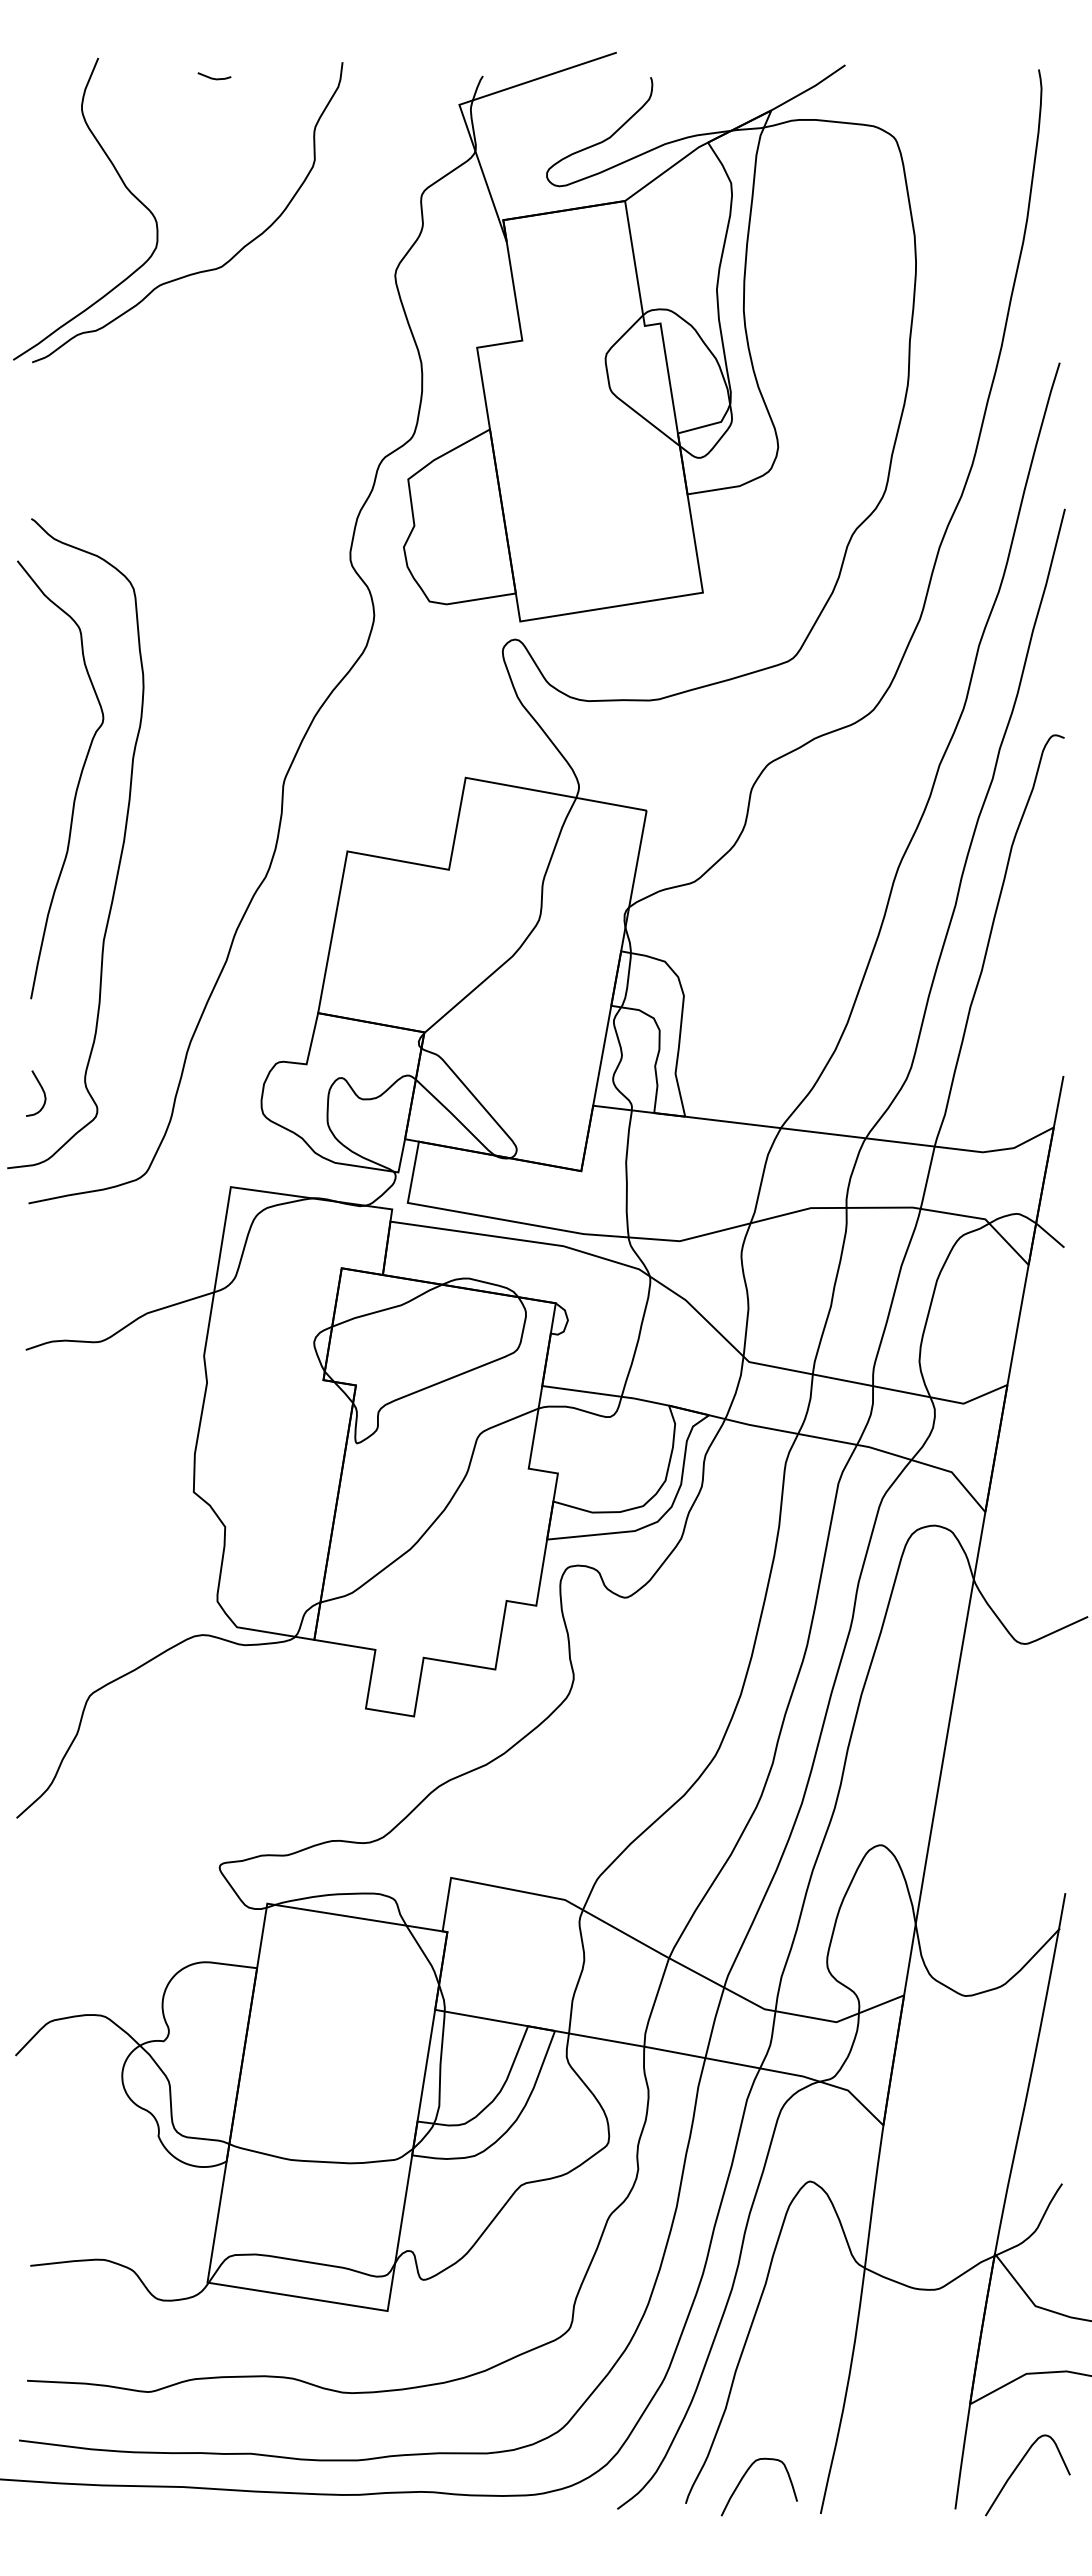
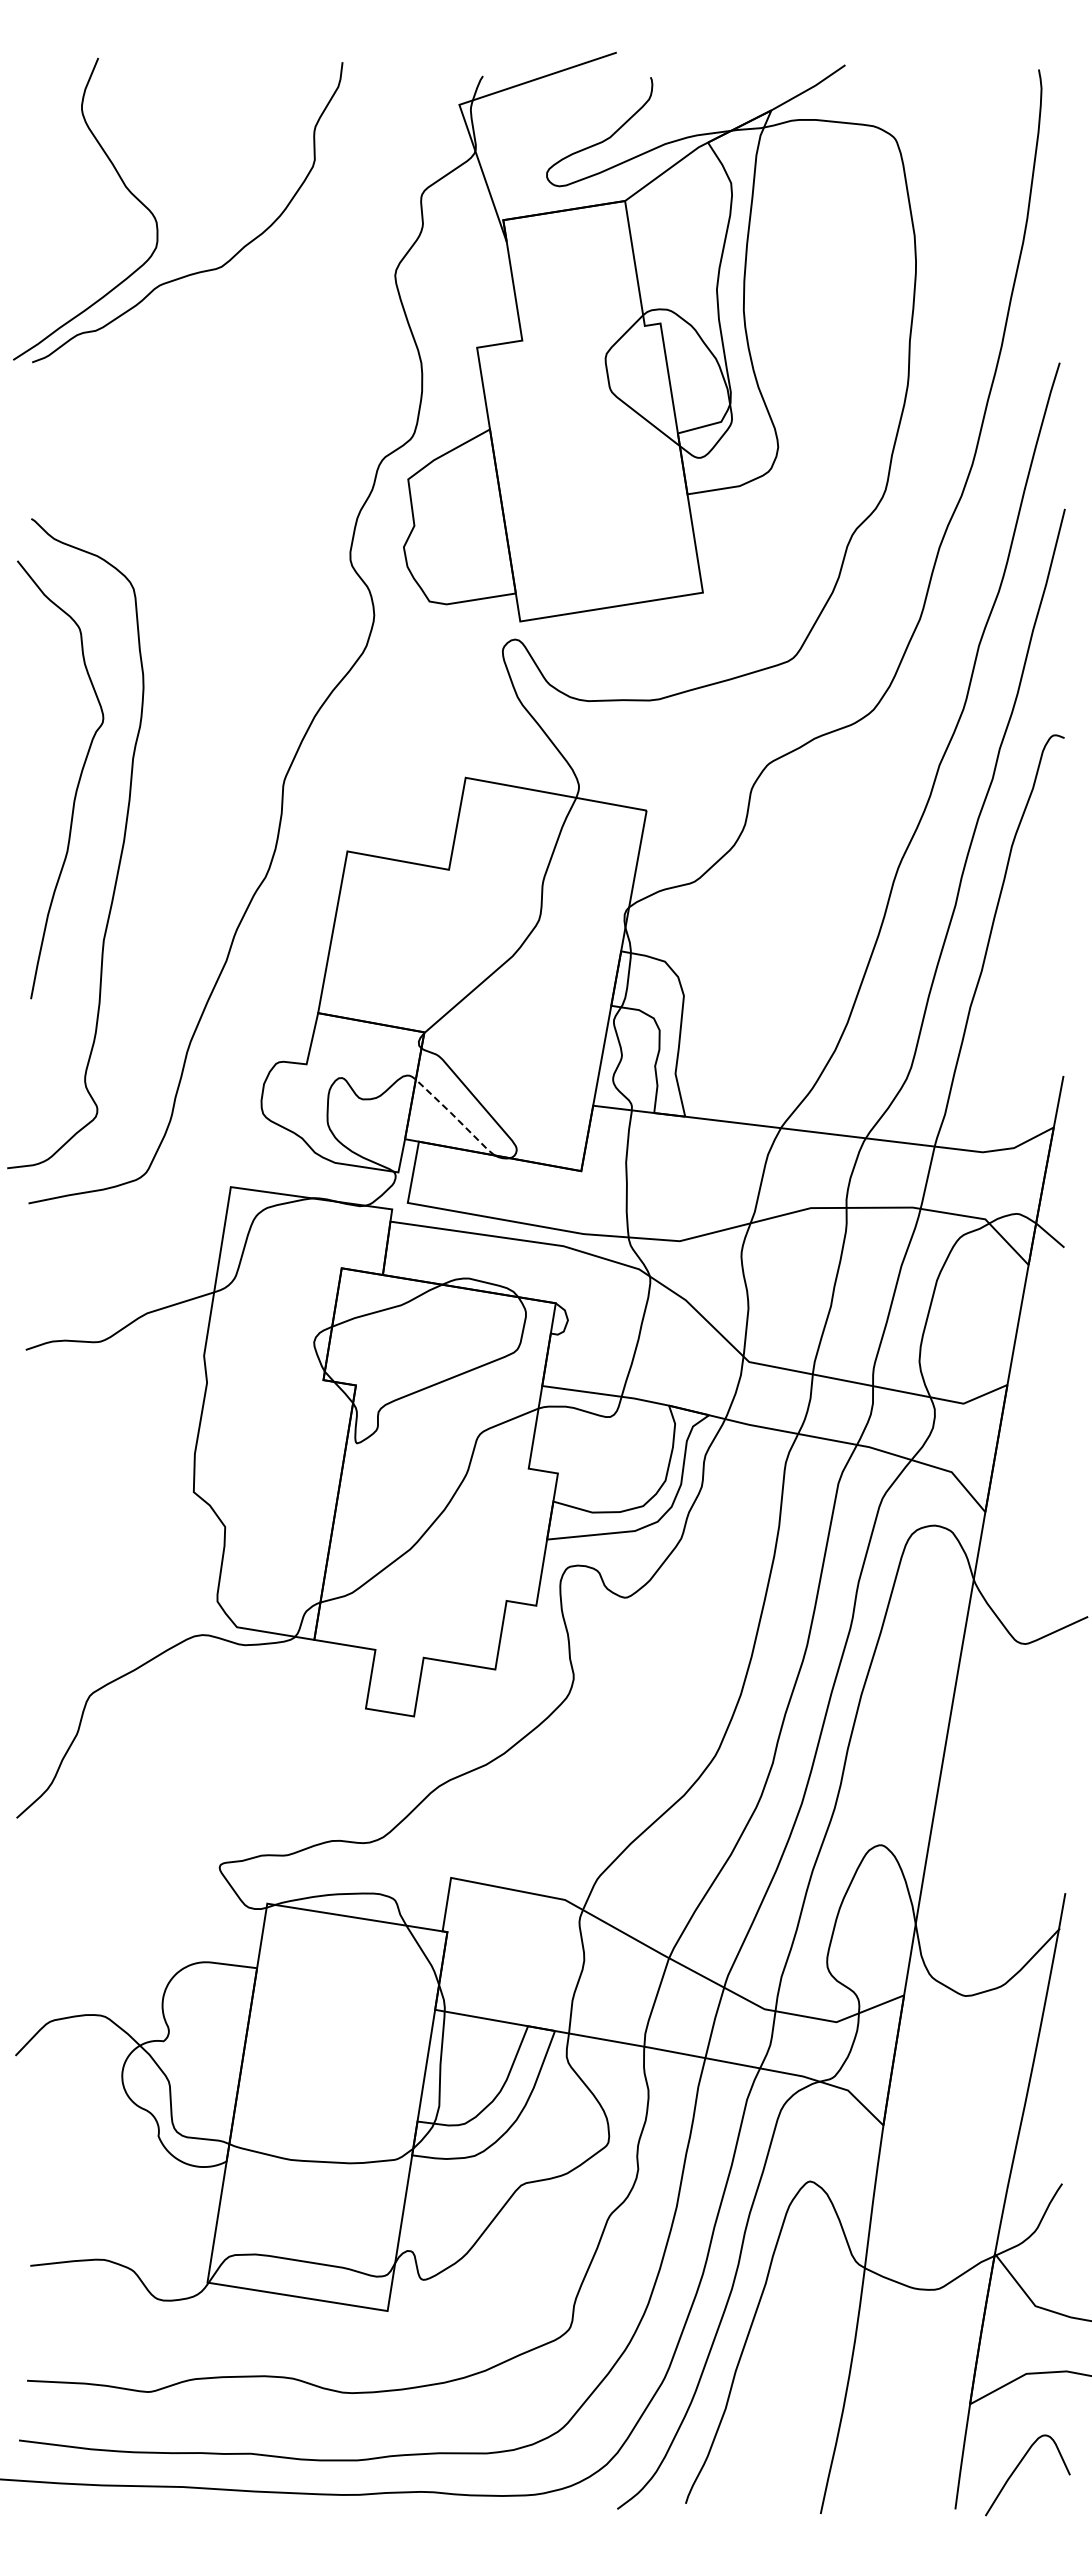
line at (213, 77): present -> none
curve at (42, 1091): present -> none
line at (455, 1116): solid -> dashed
curve at (743, 2478): present -> none
